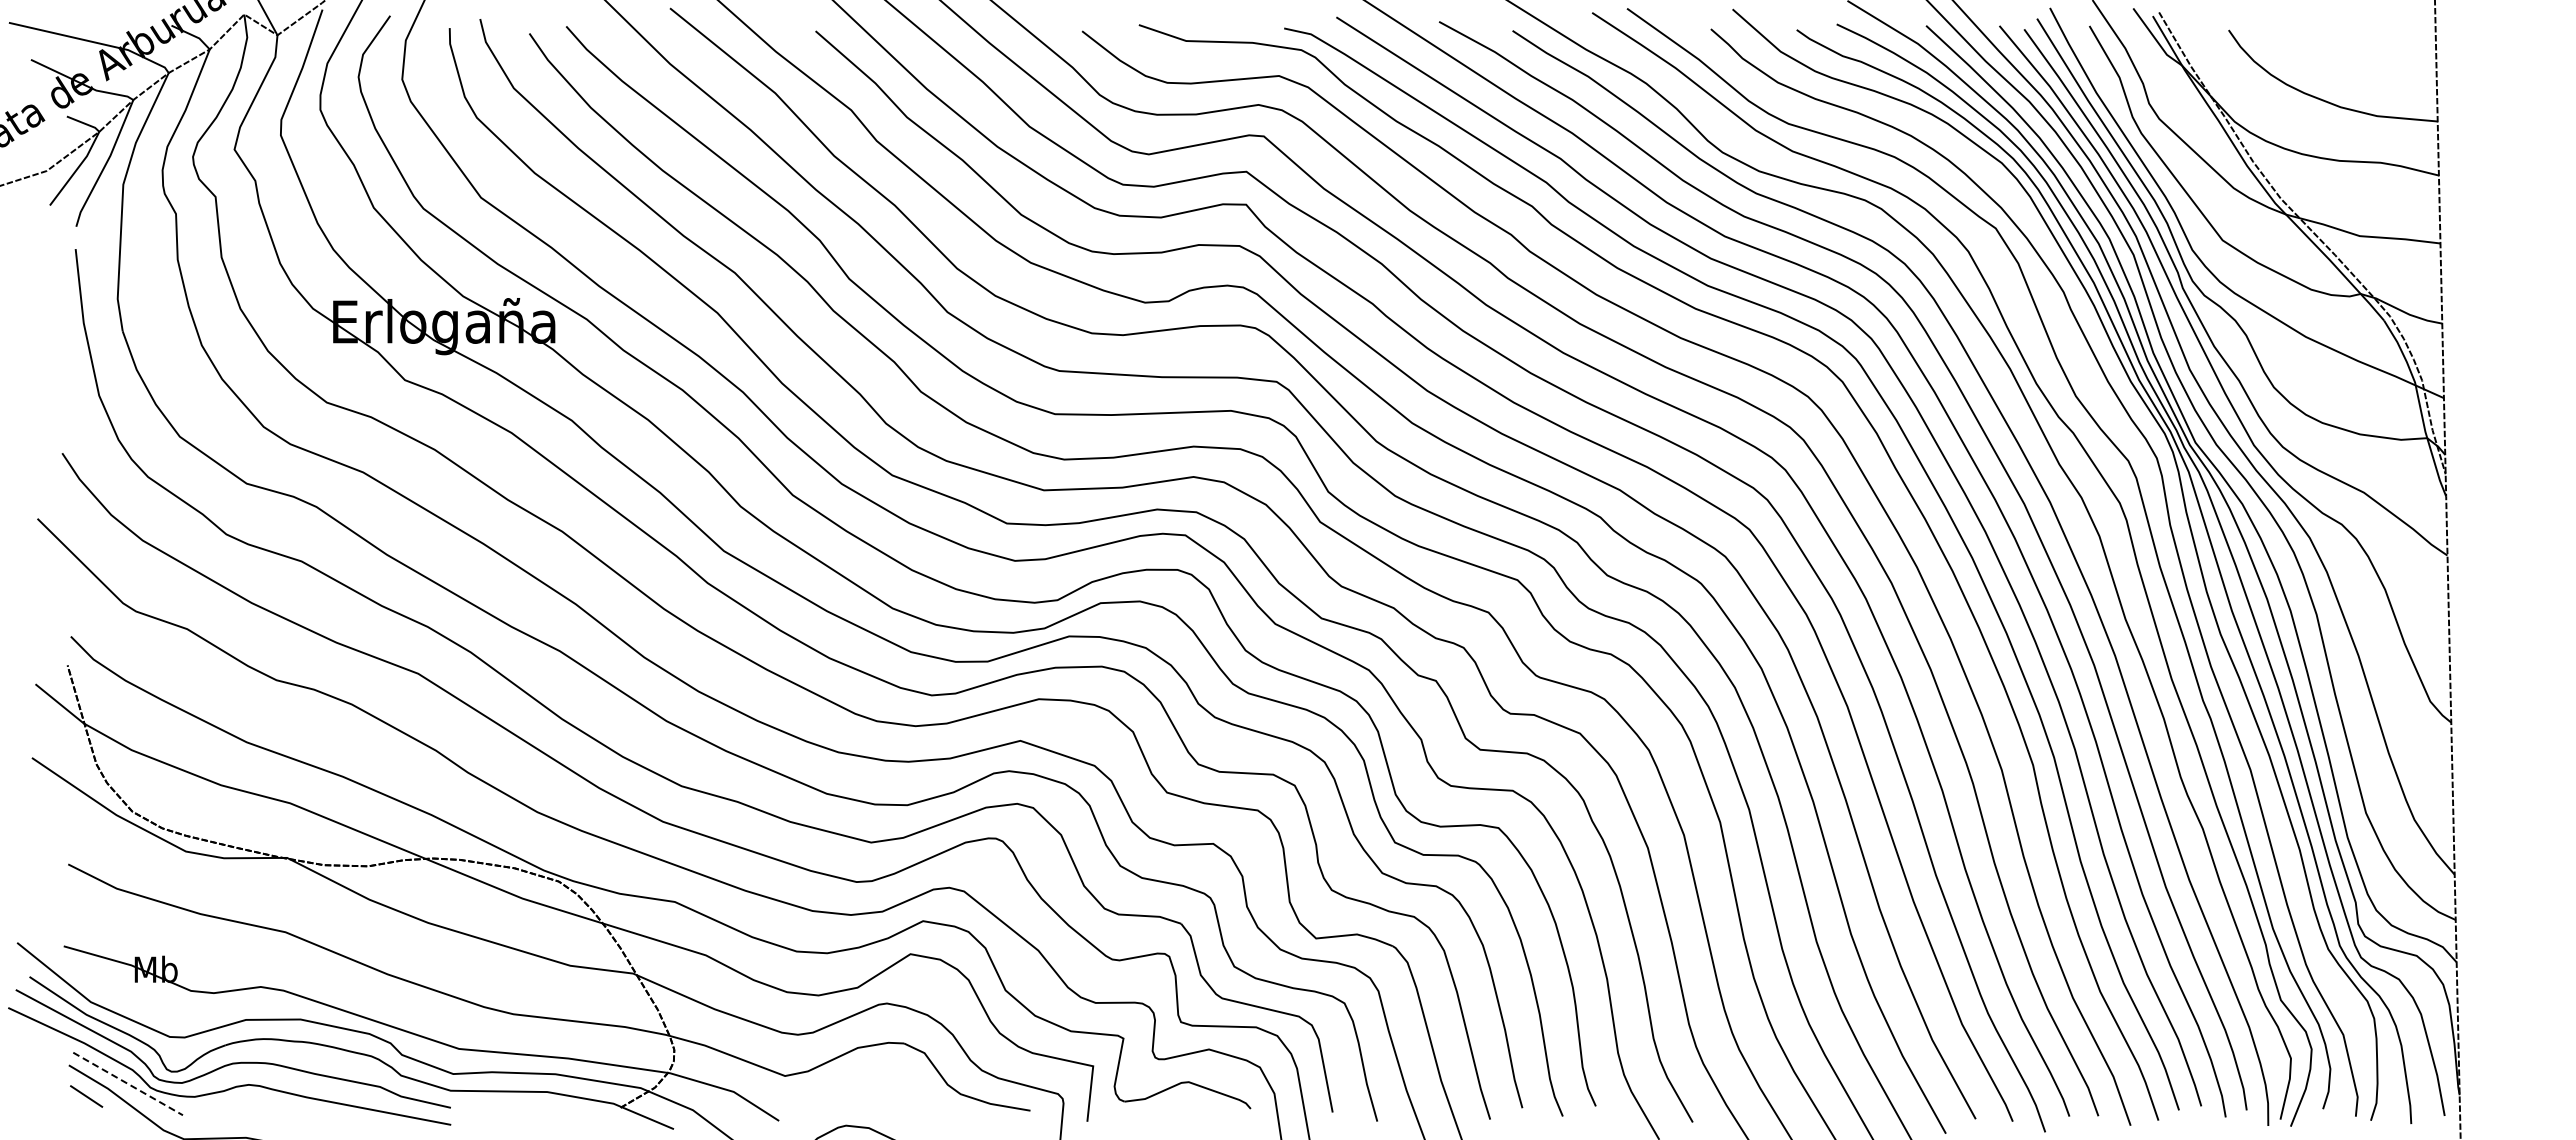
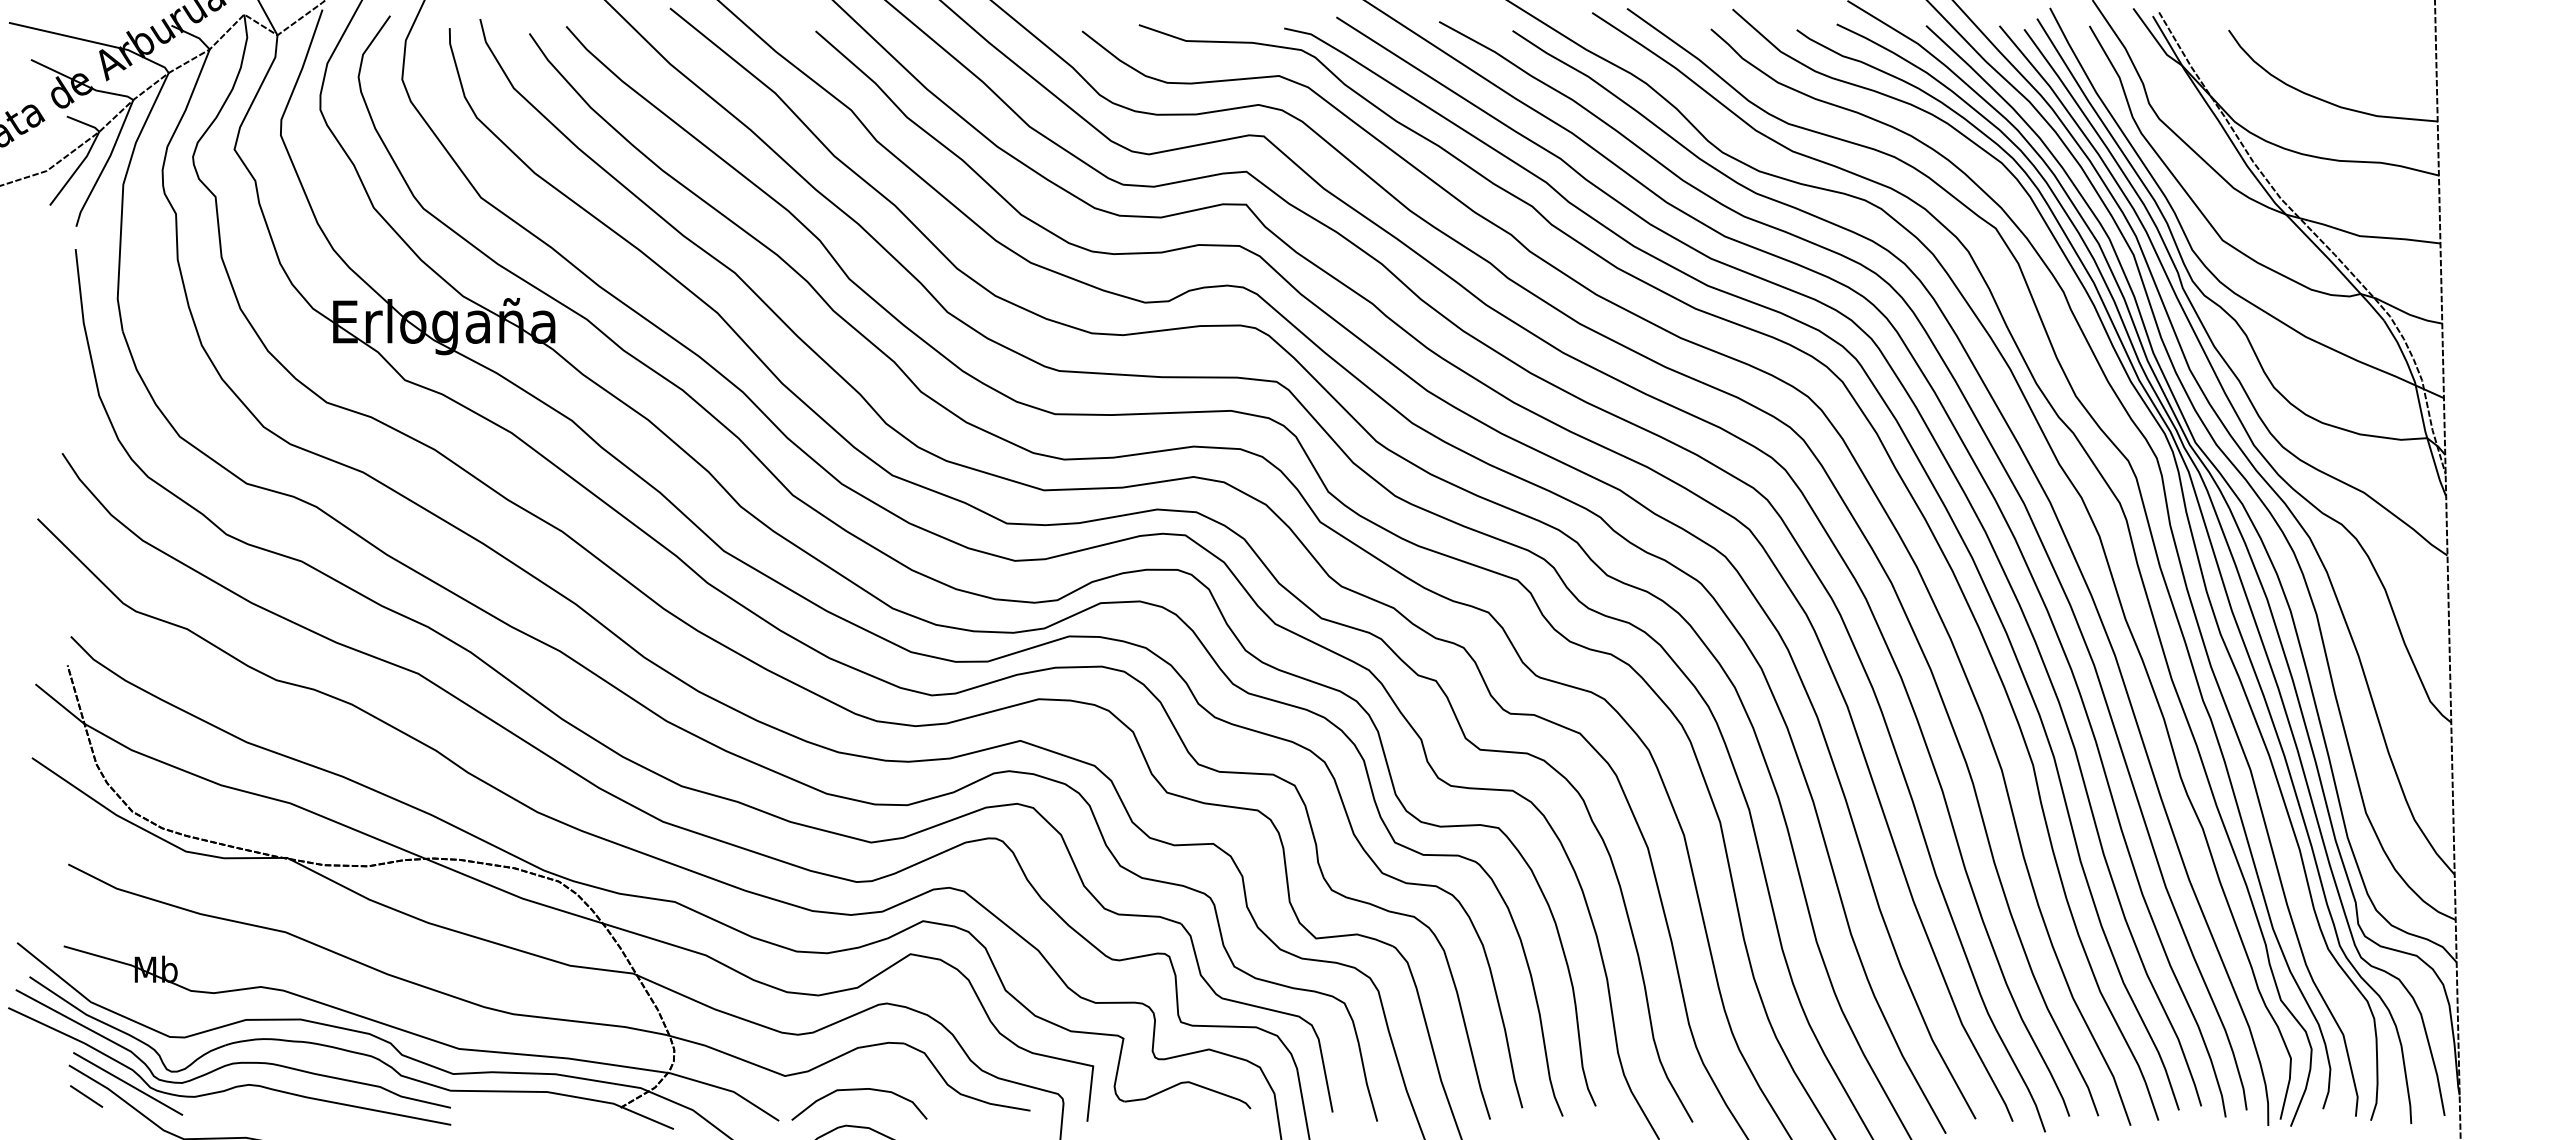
line at (128, 1084): dashed -> solid
curve at (859, 1090): none -> present
